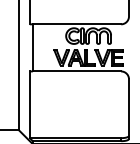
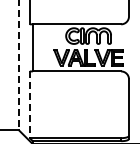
line at (19, 65): solid -> dashed
line at (29, 105): solid -> dashed
